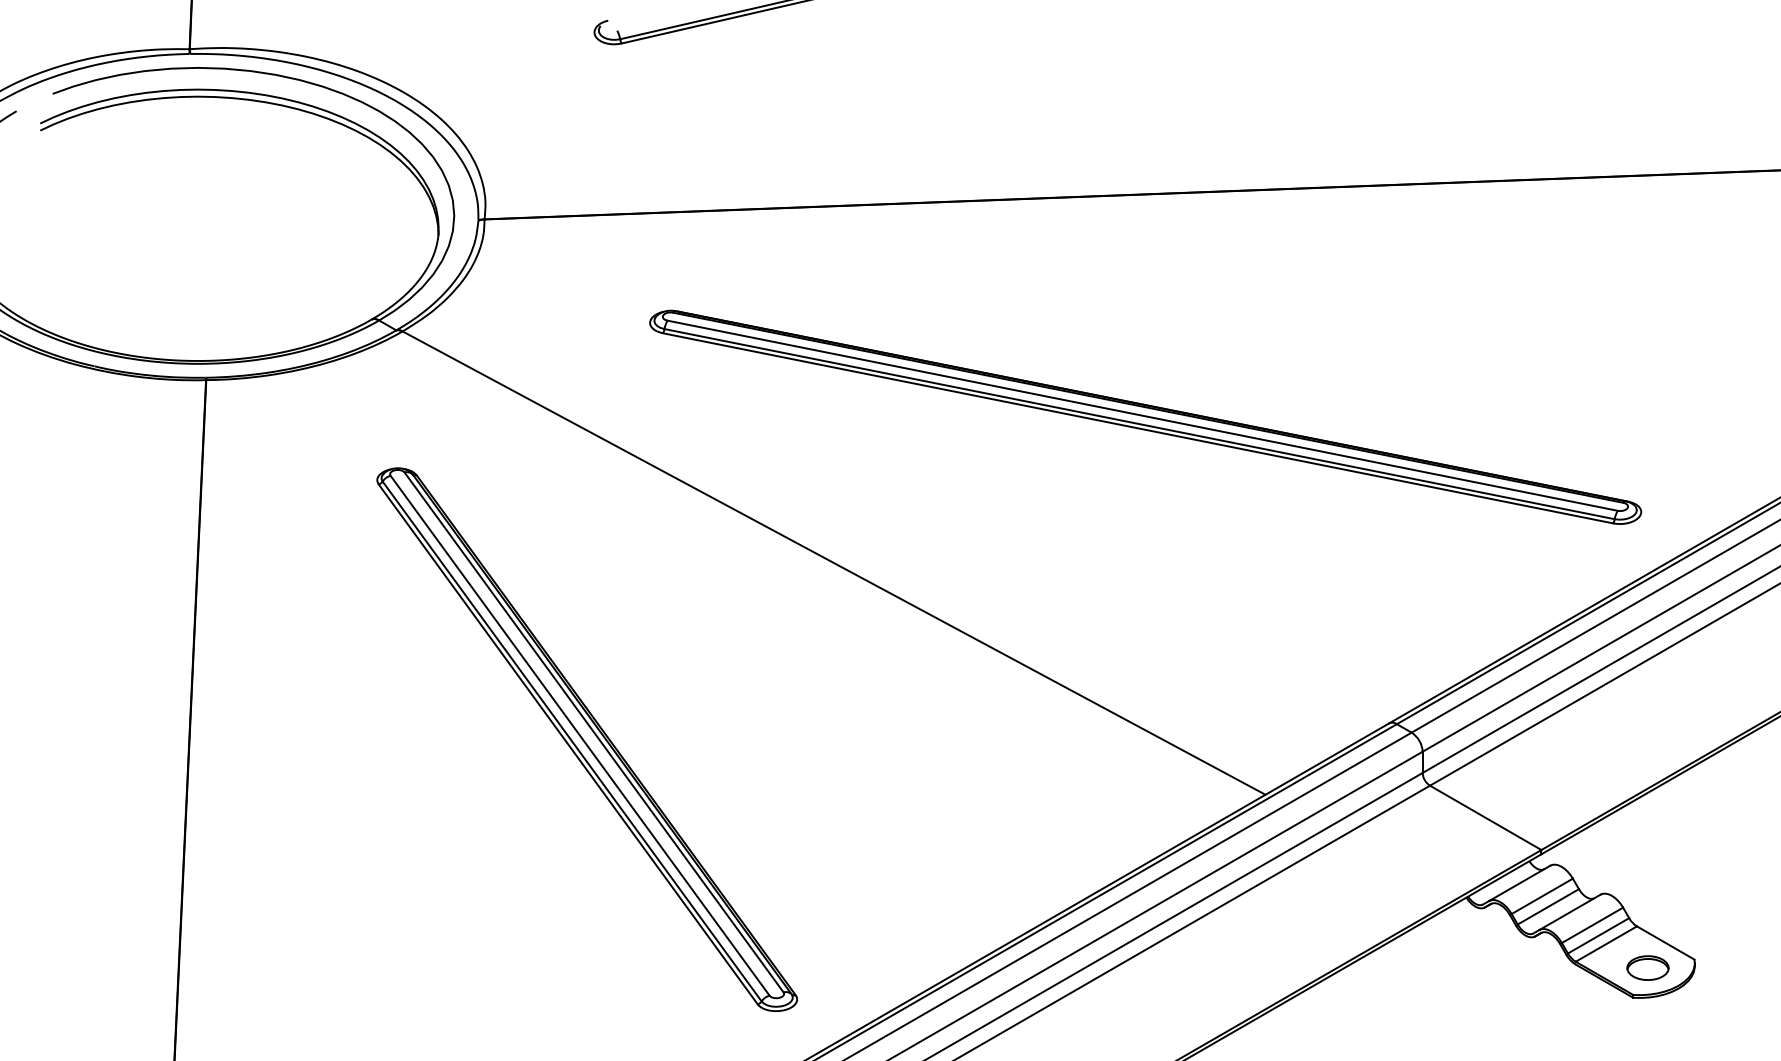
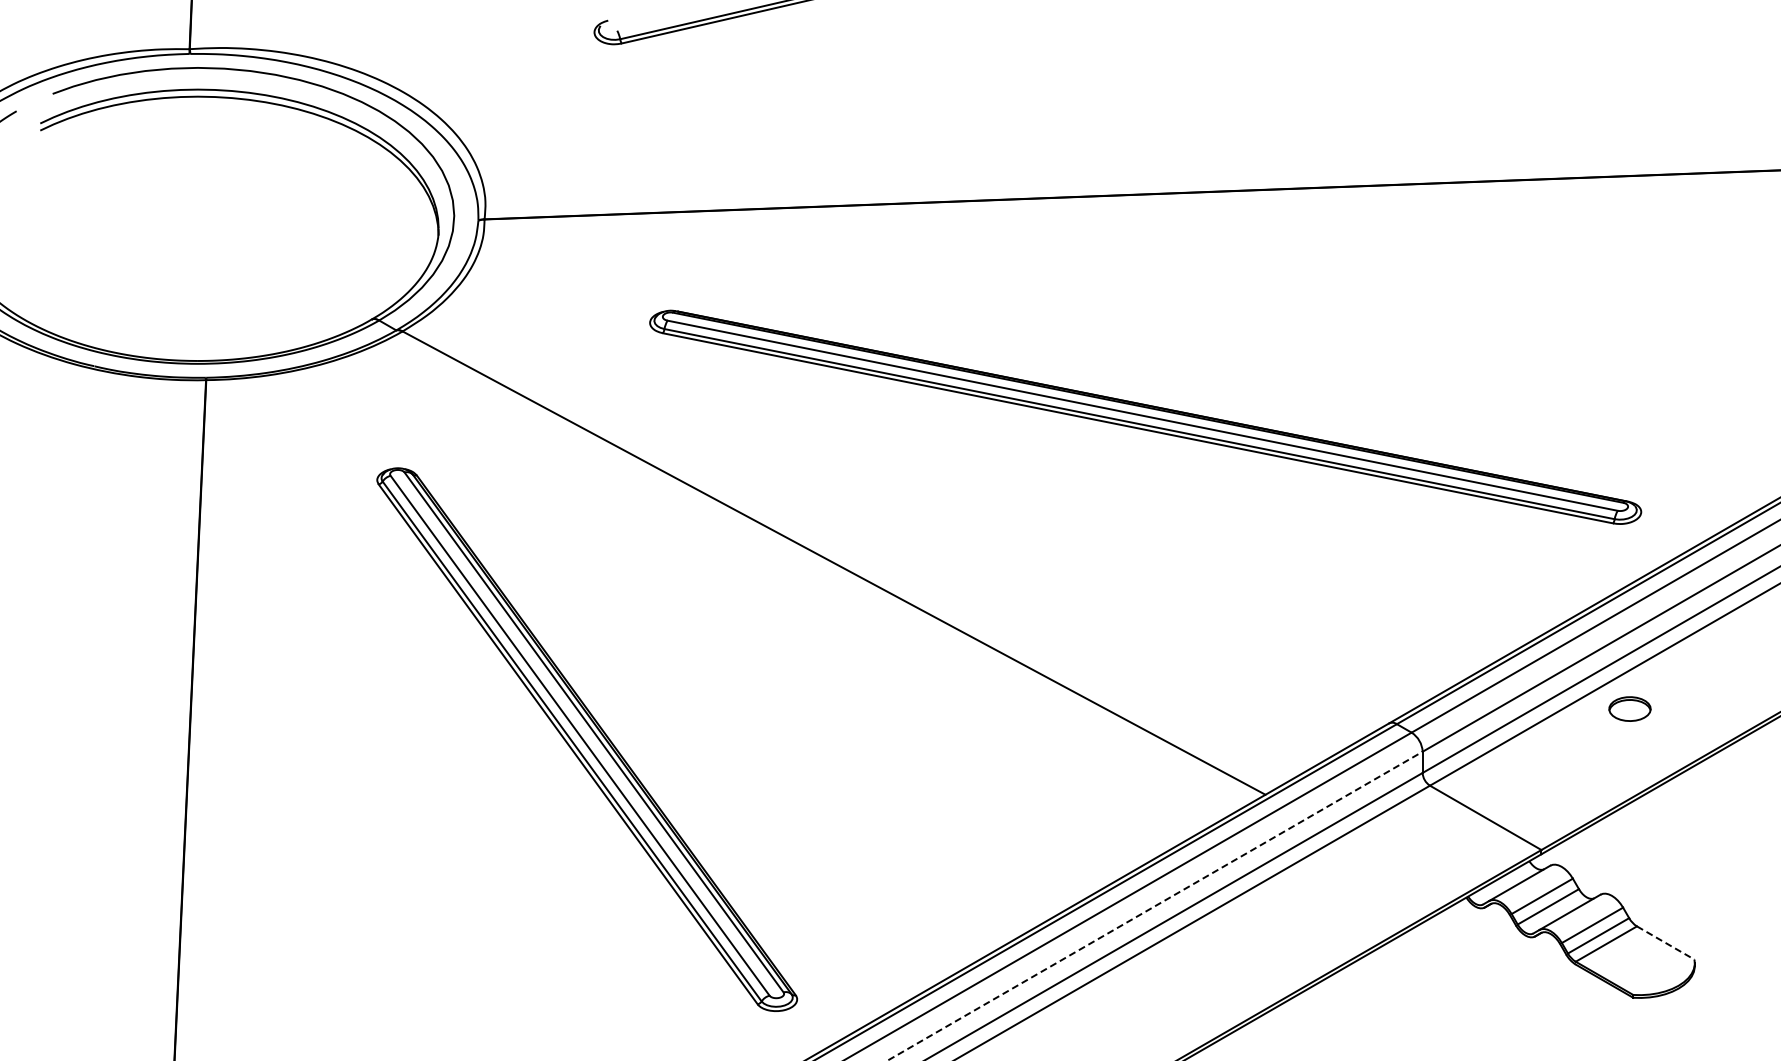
line at (1155, 906): solid -> dashed
line at (1666, 943): solid -> dashed
part at (1647, 967) position: (1647, 967) -> (1629, 708)
